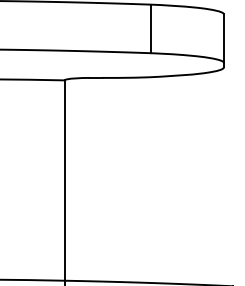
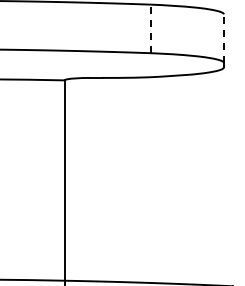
line at (150, 28): solid -> dashed
line at (223, 38): solid -> dashed
